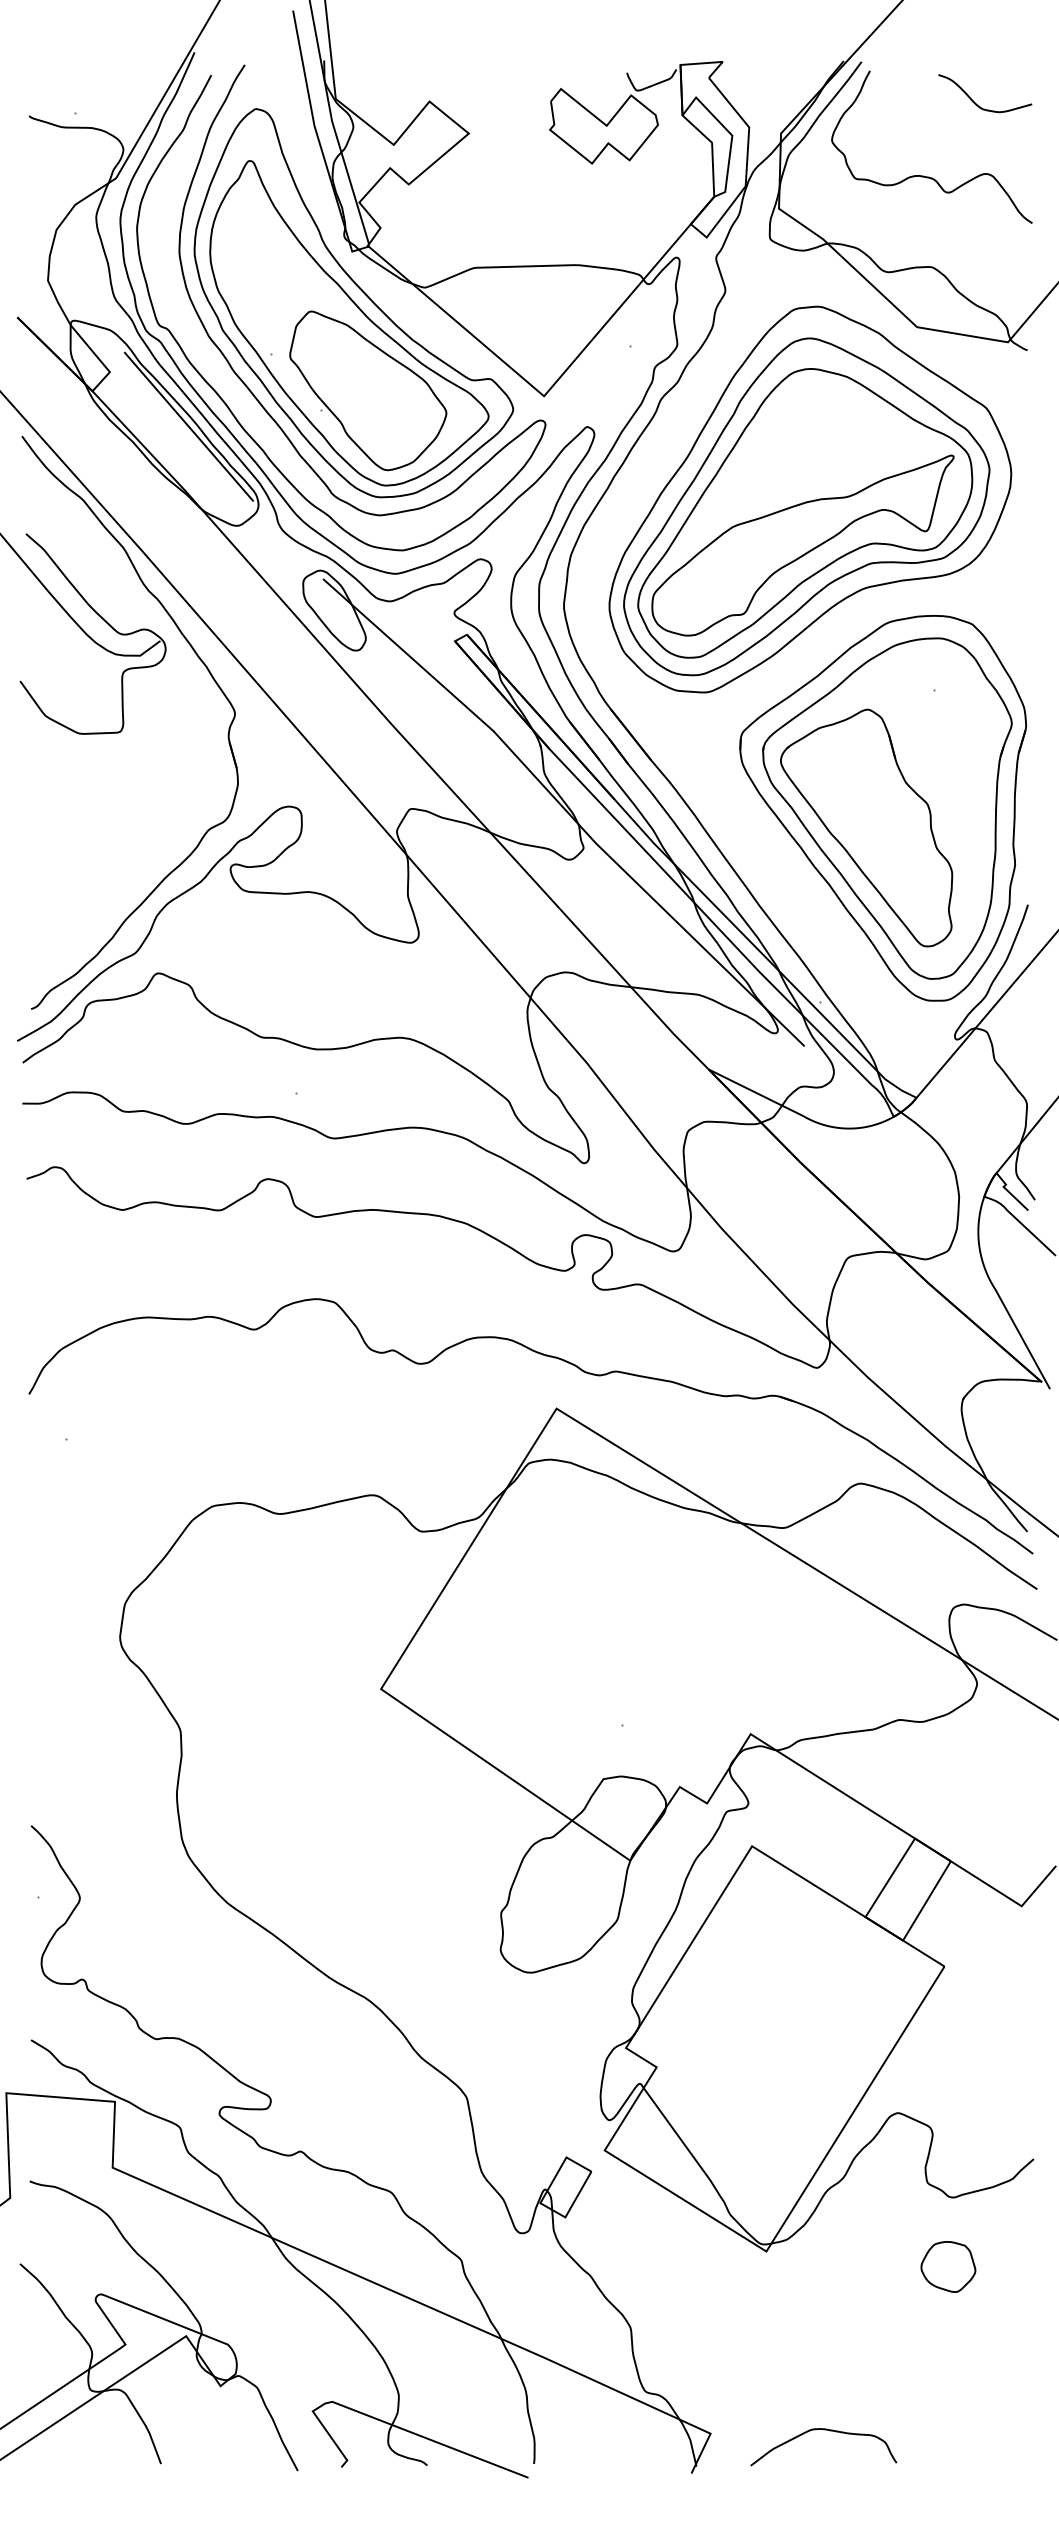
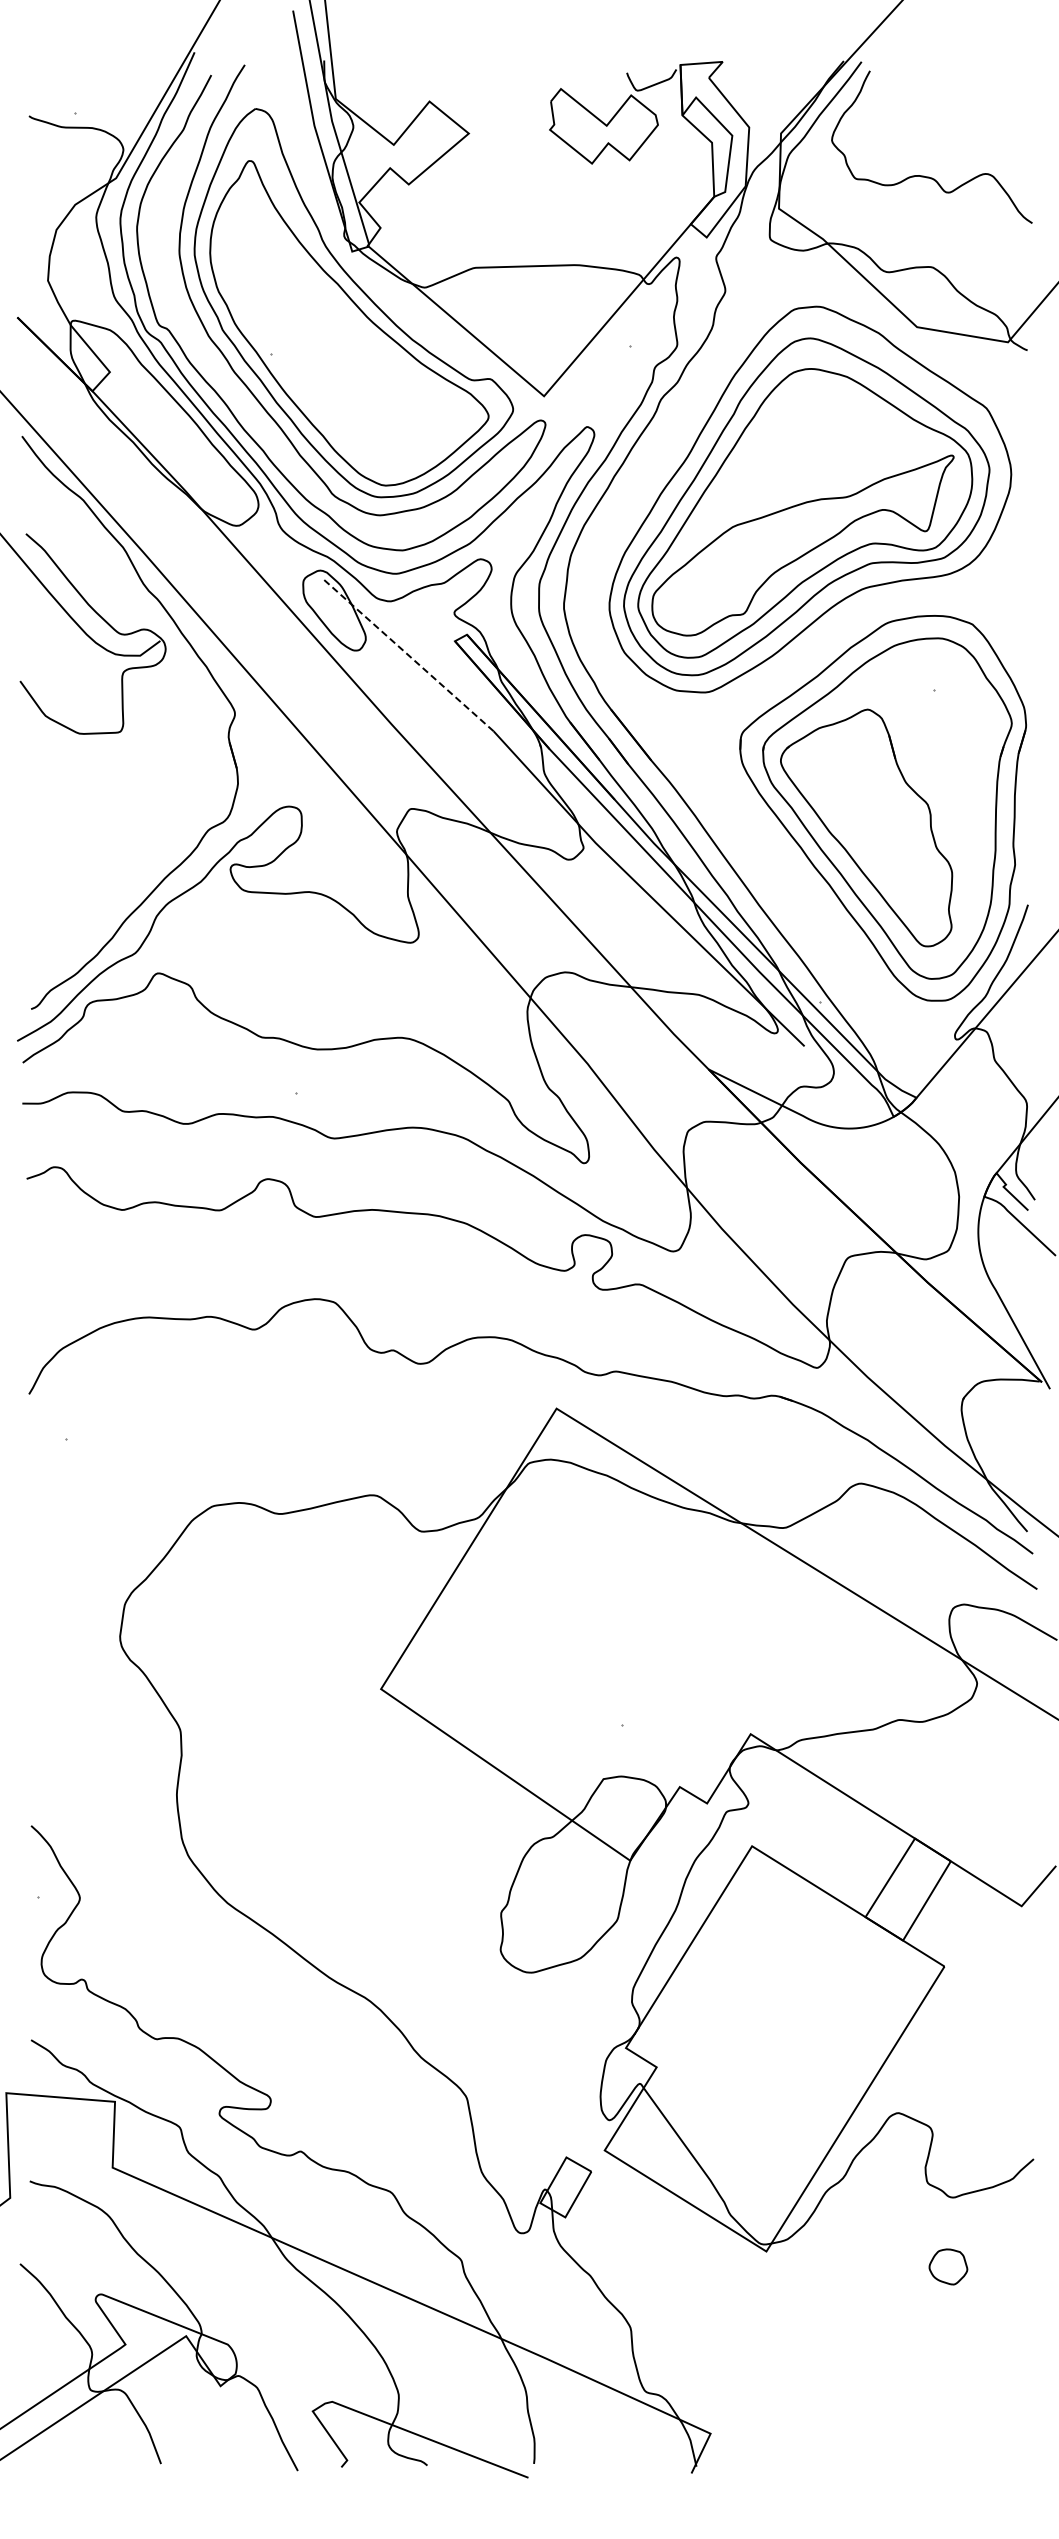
curve at (975, 102): present -> none
part at (368, 390): present -> none
line at (188, 426): present -> none
line at (408, 655): solid -> dashed
part at (948, 2266) size: 57x52 px -> 41x38 px
curve at (823, 2430): present -> none
